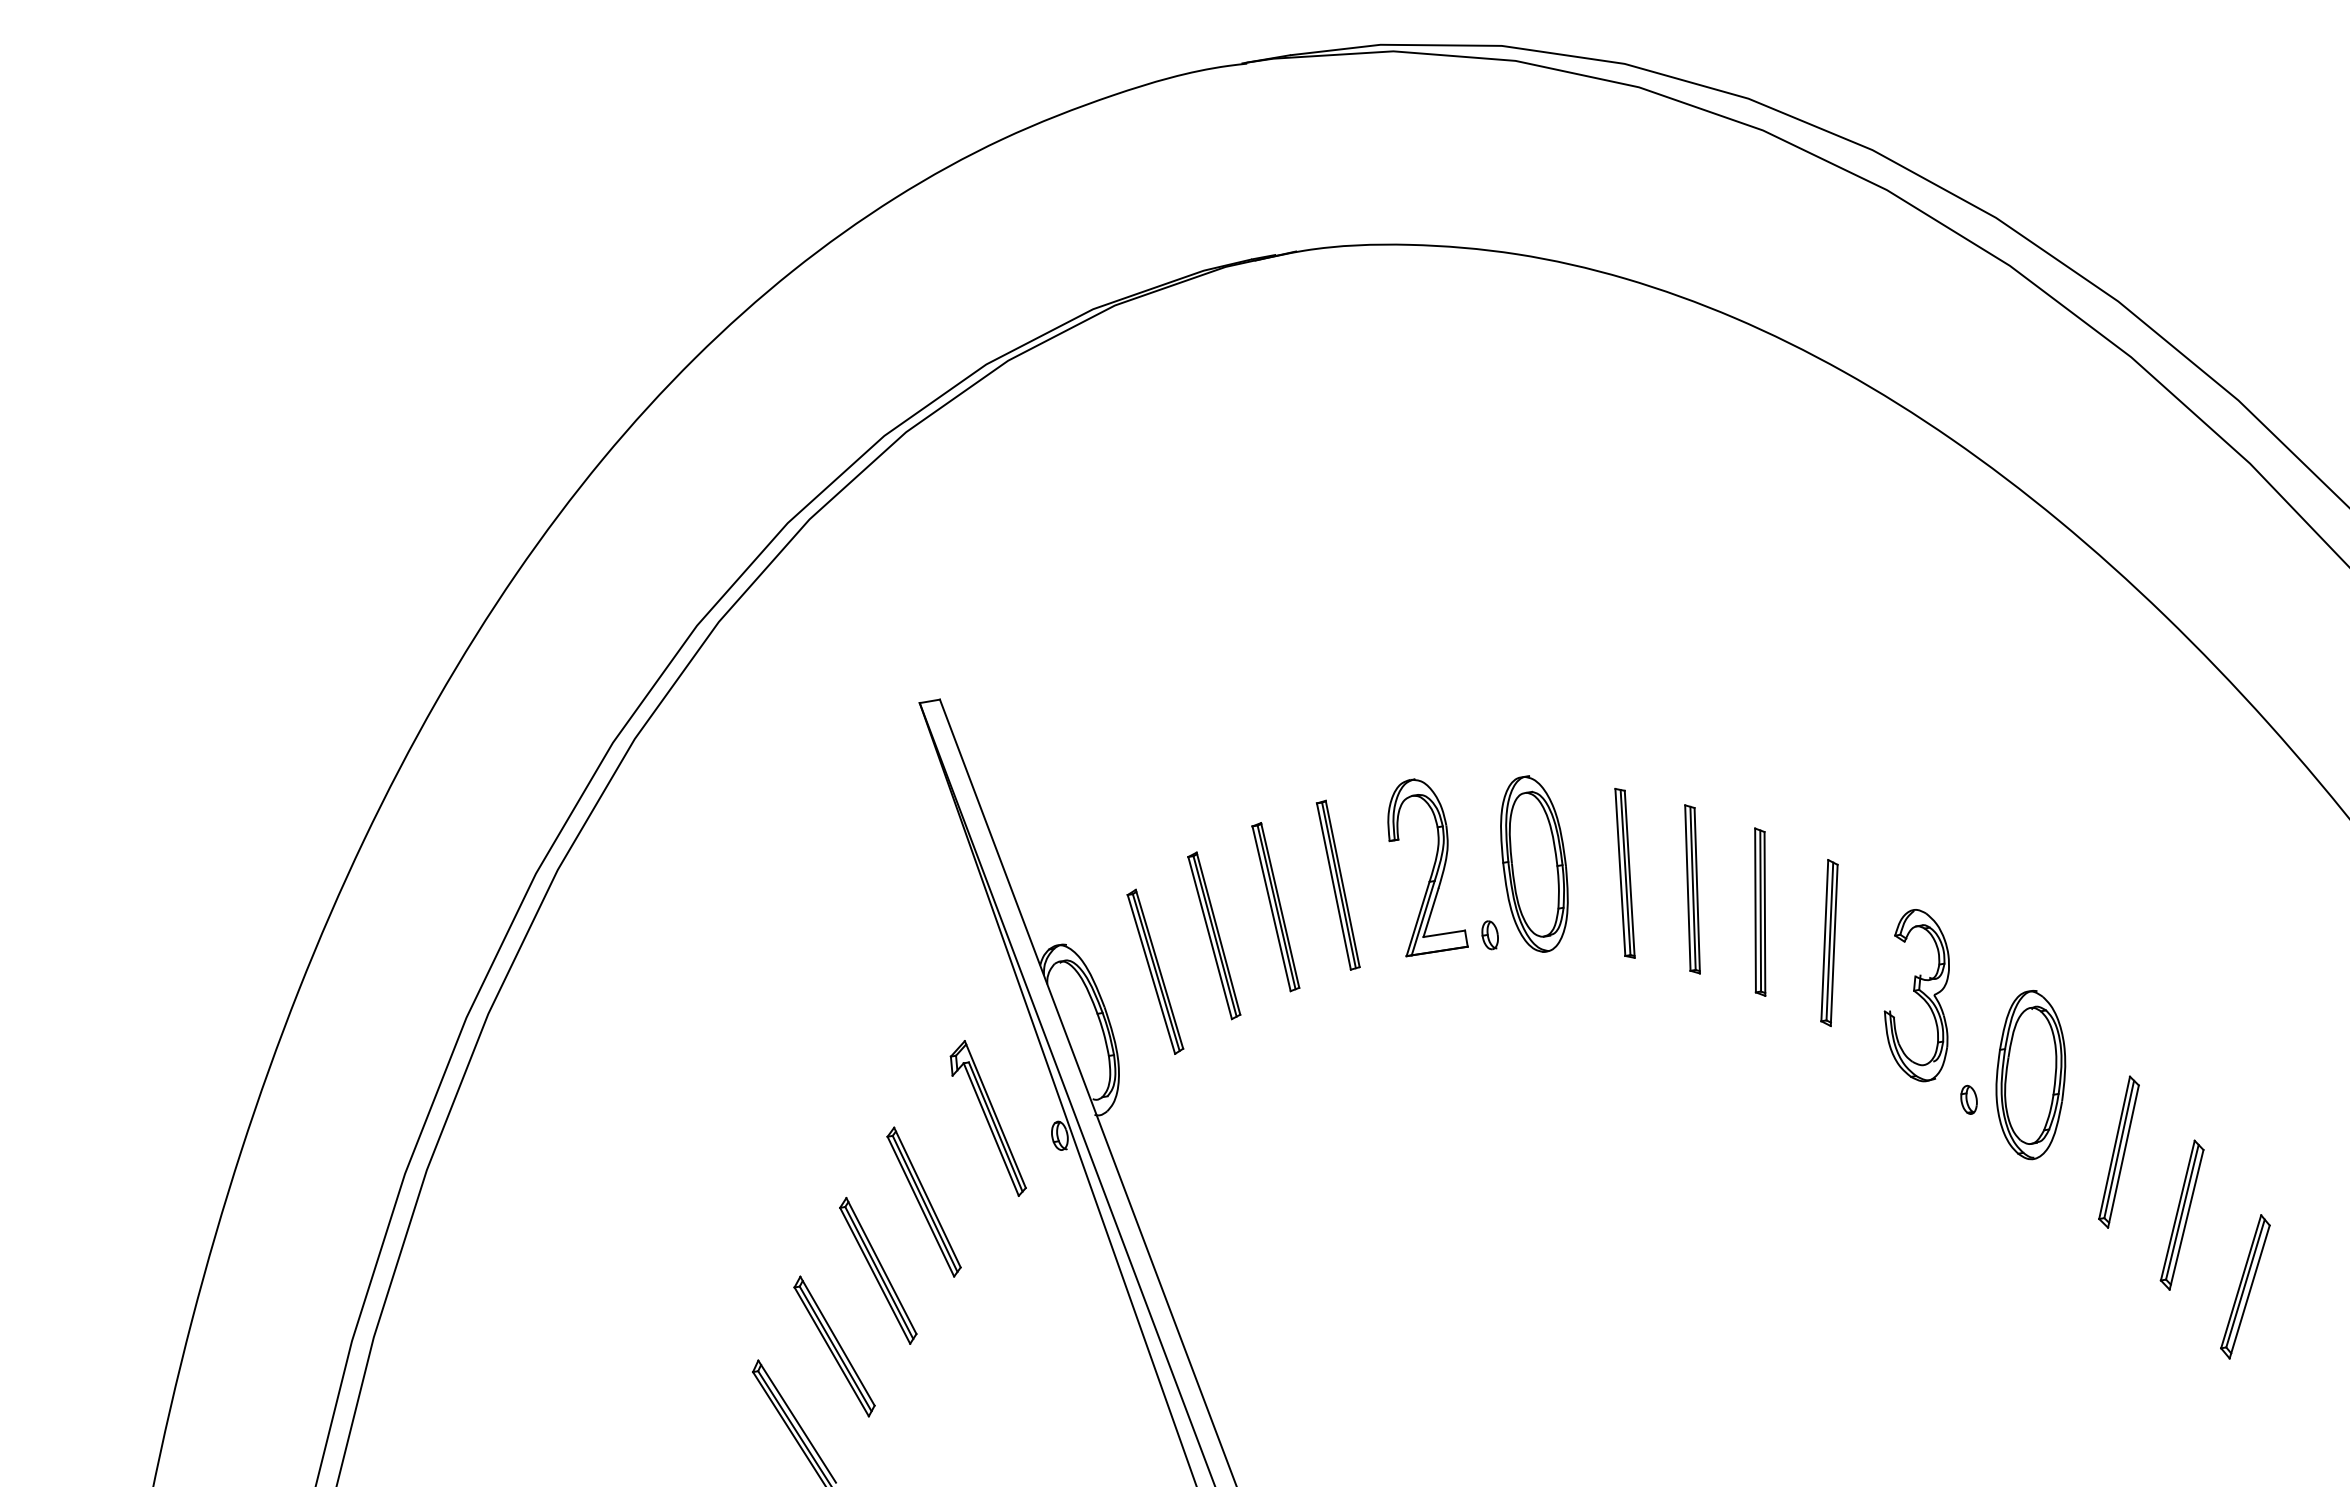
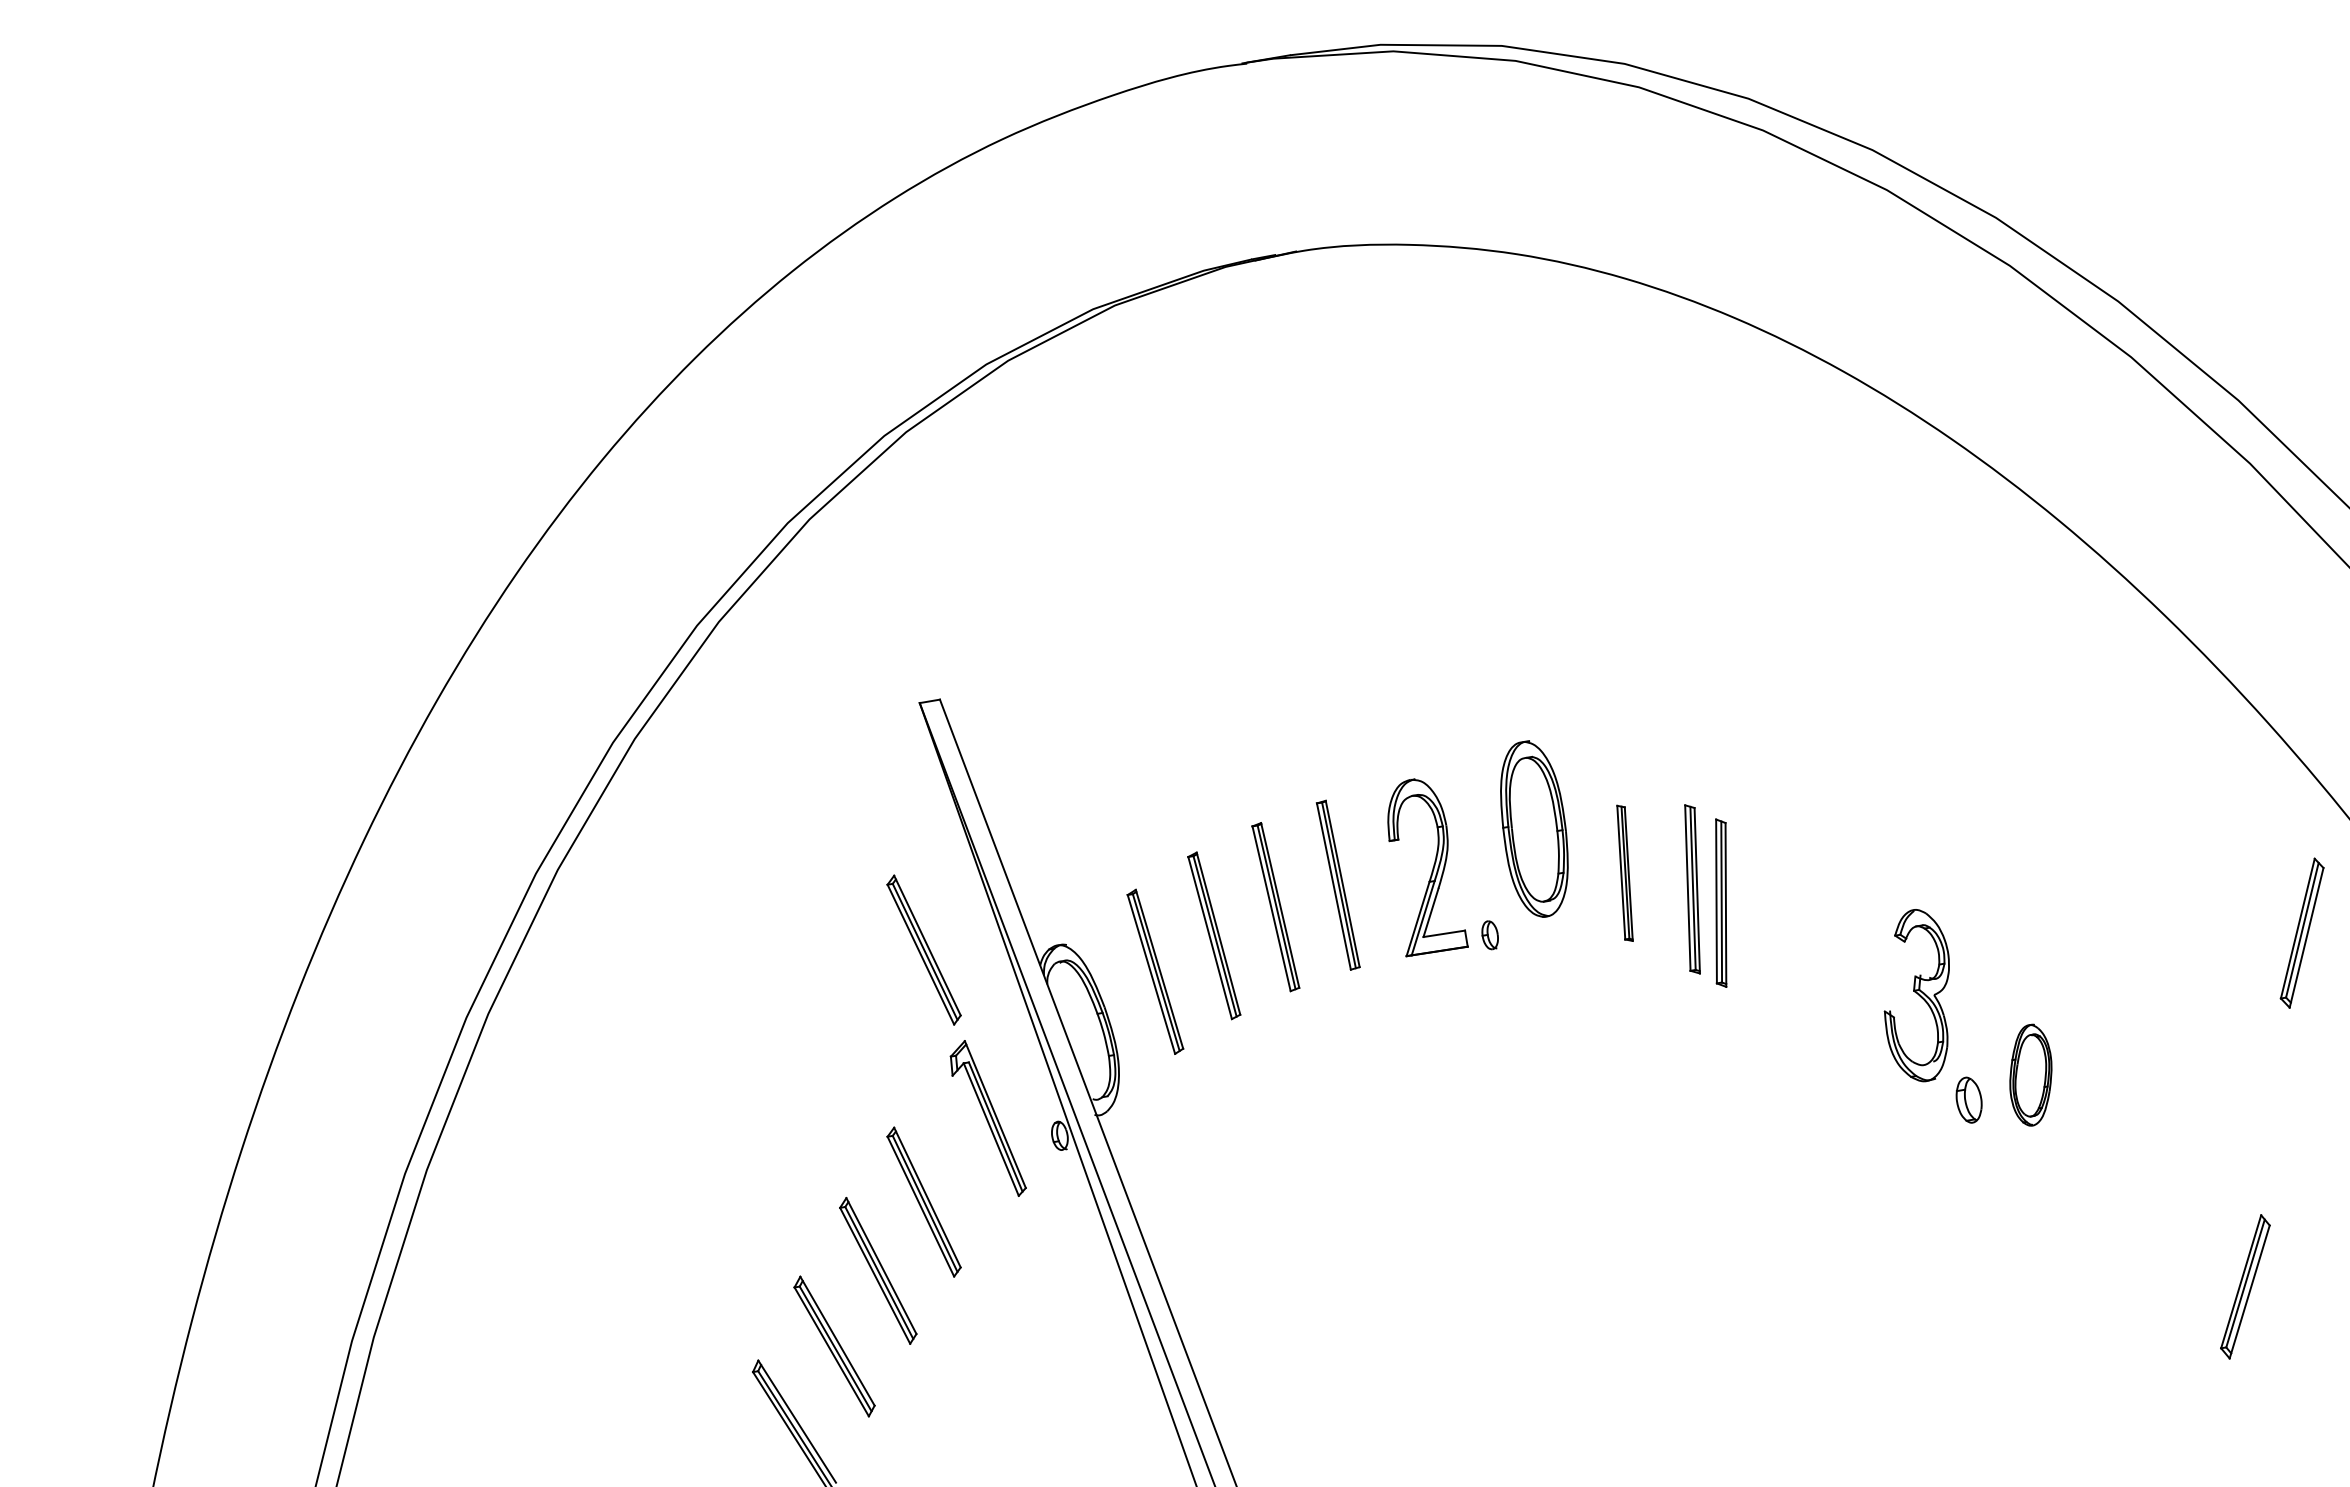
part at (1534, 863) position: (1534, 863) -> (1534, 828)
part at (1624, 873) size: 22x171 px -> 18x138 px
part at (1760, 911) position: (1760, 911) -> (1721, 902)
part at (1829, 942): present -> none
part at (923, 949): none -> present
part at (2030, 1075) size: 72x171 px -> 44x104 px
part at (1968, 1099) size: 18x31 px -> 28x48 px
part at (2118, 1151): present -> none
part at (2181, 1214) position: (2181, 1214) -> (2301, 932)
